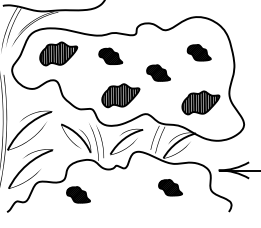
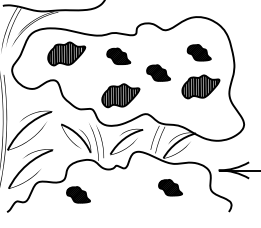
part at (58, 53) position: (58, 53) -> (66, 53)
part at (110, 55) position: (110, 55) -> (118, 55)
part at (200, 102) position: (200, 102) -> (200, 86)
